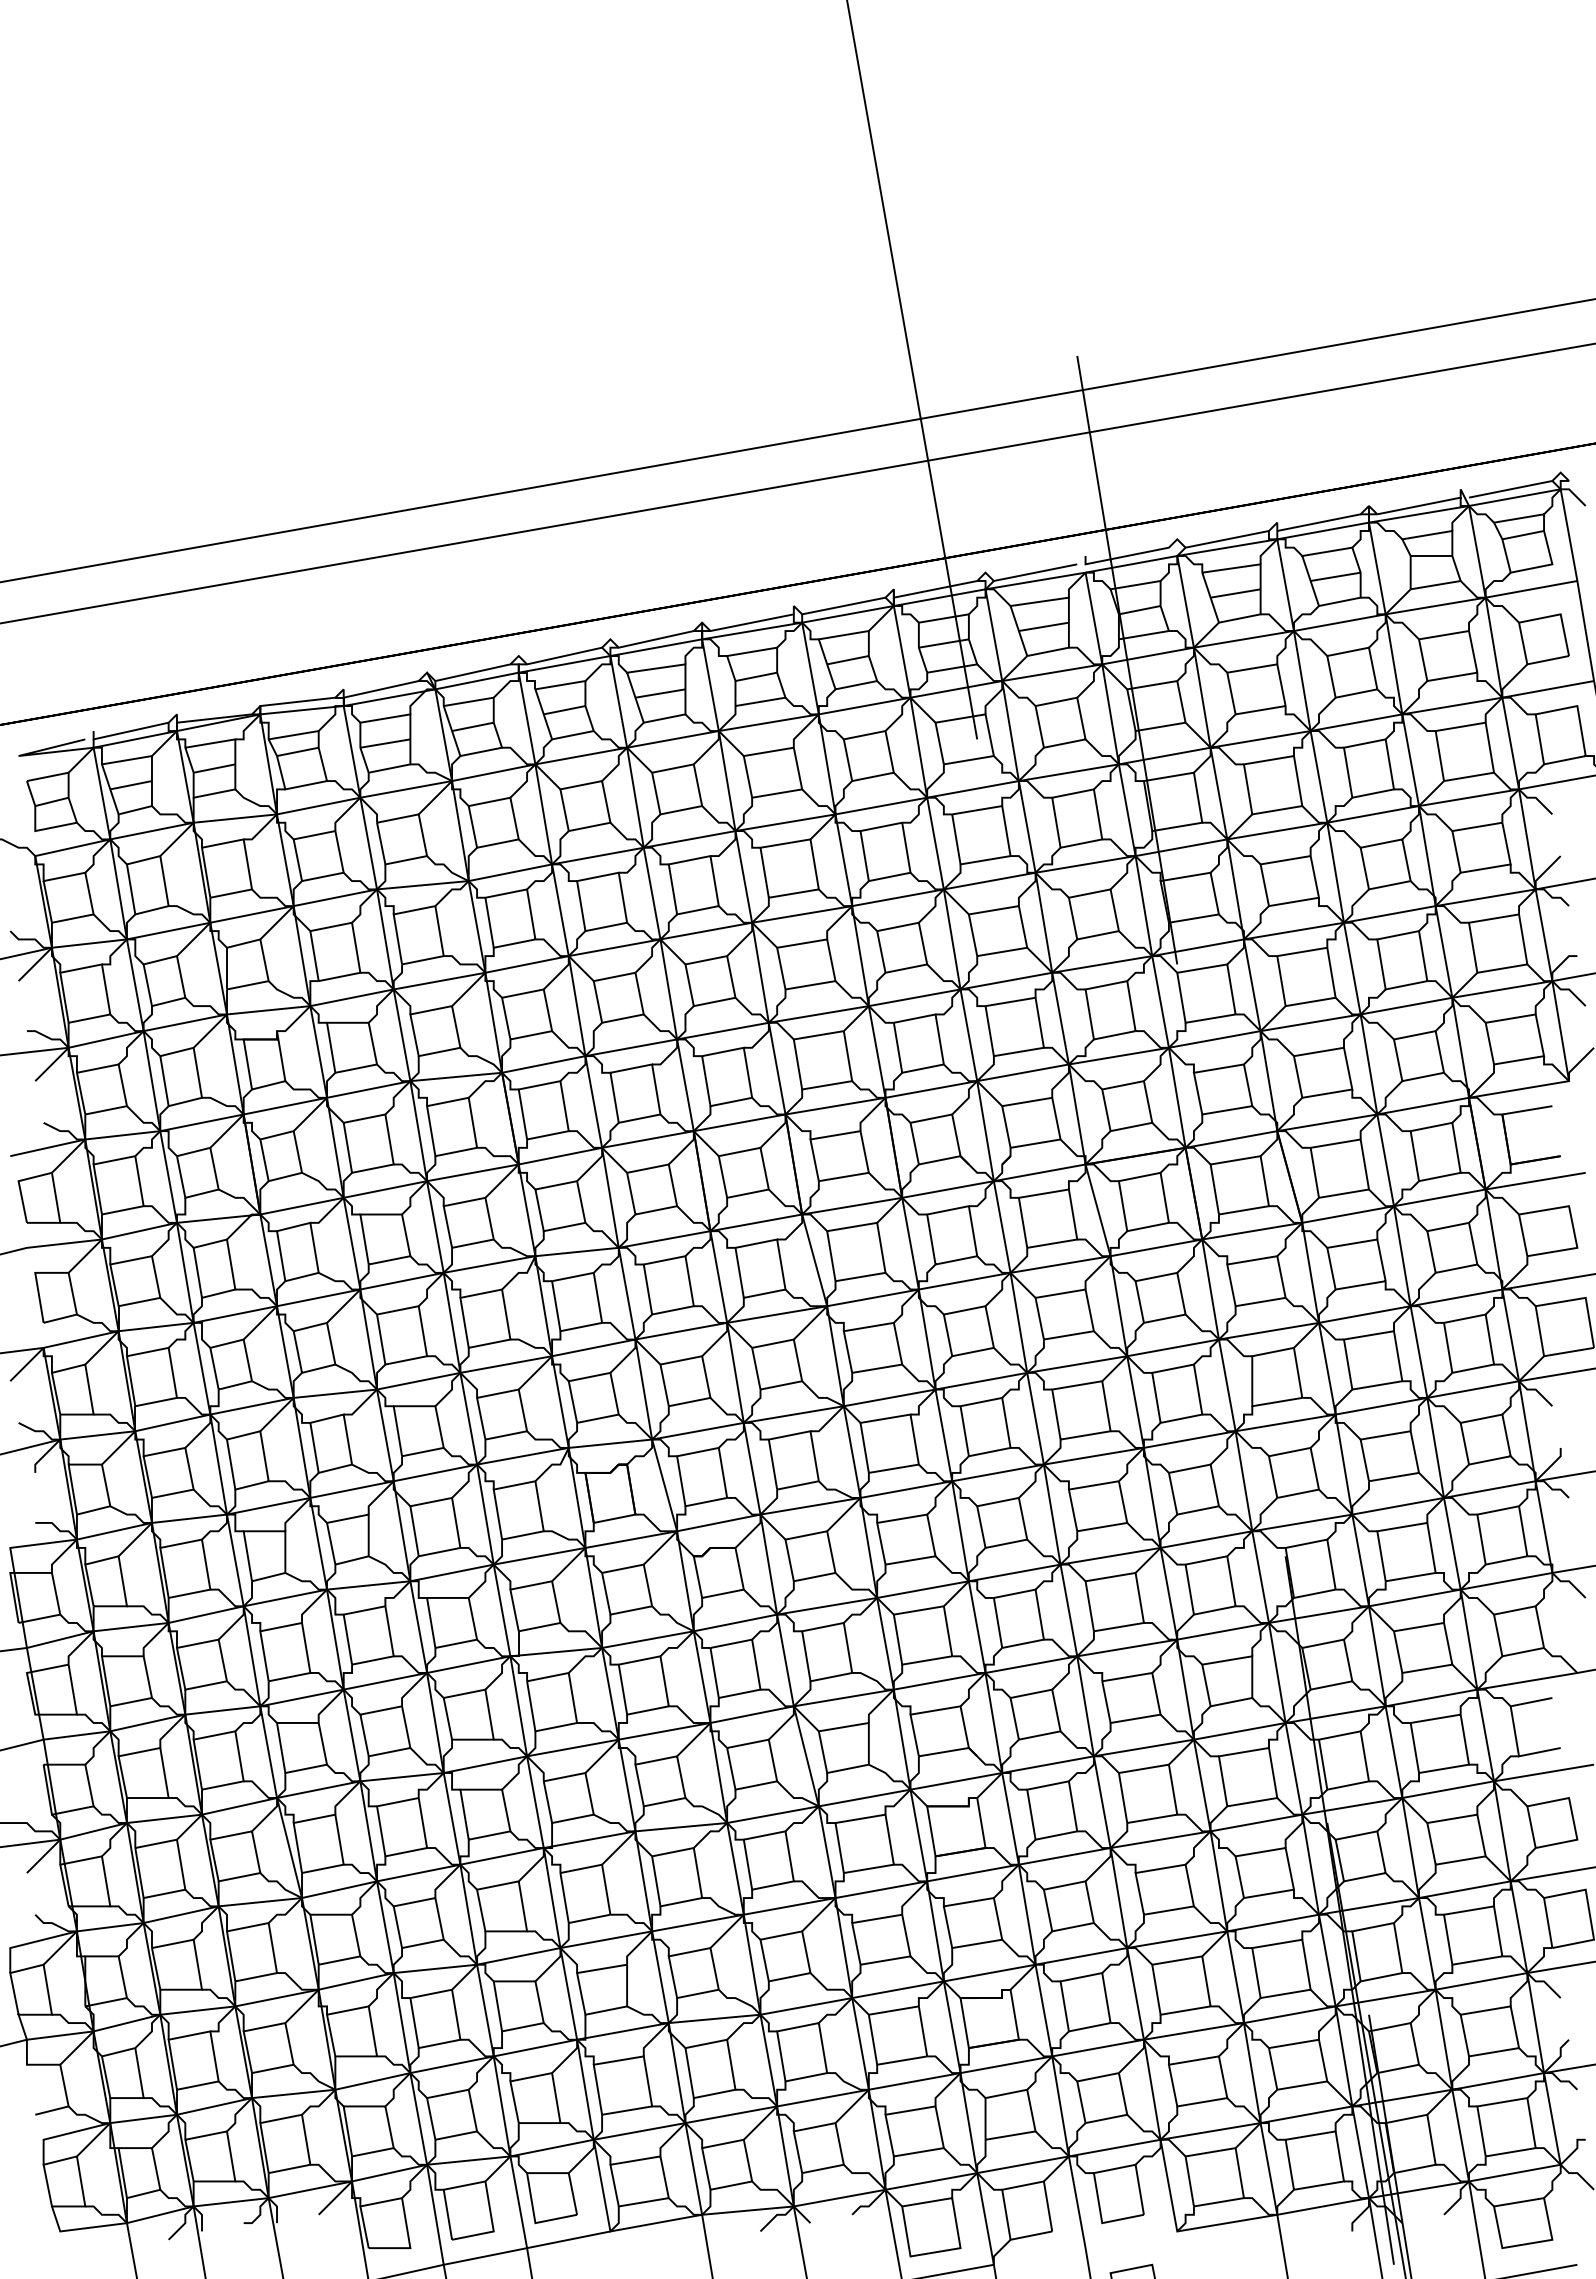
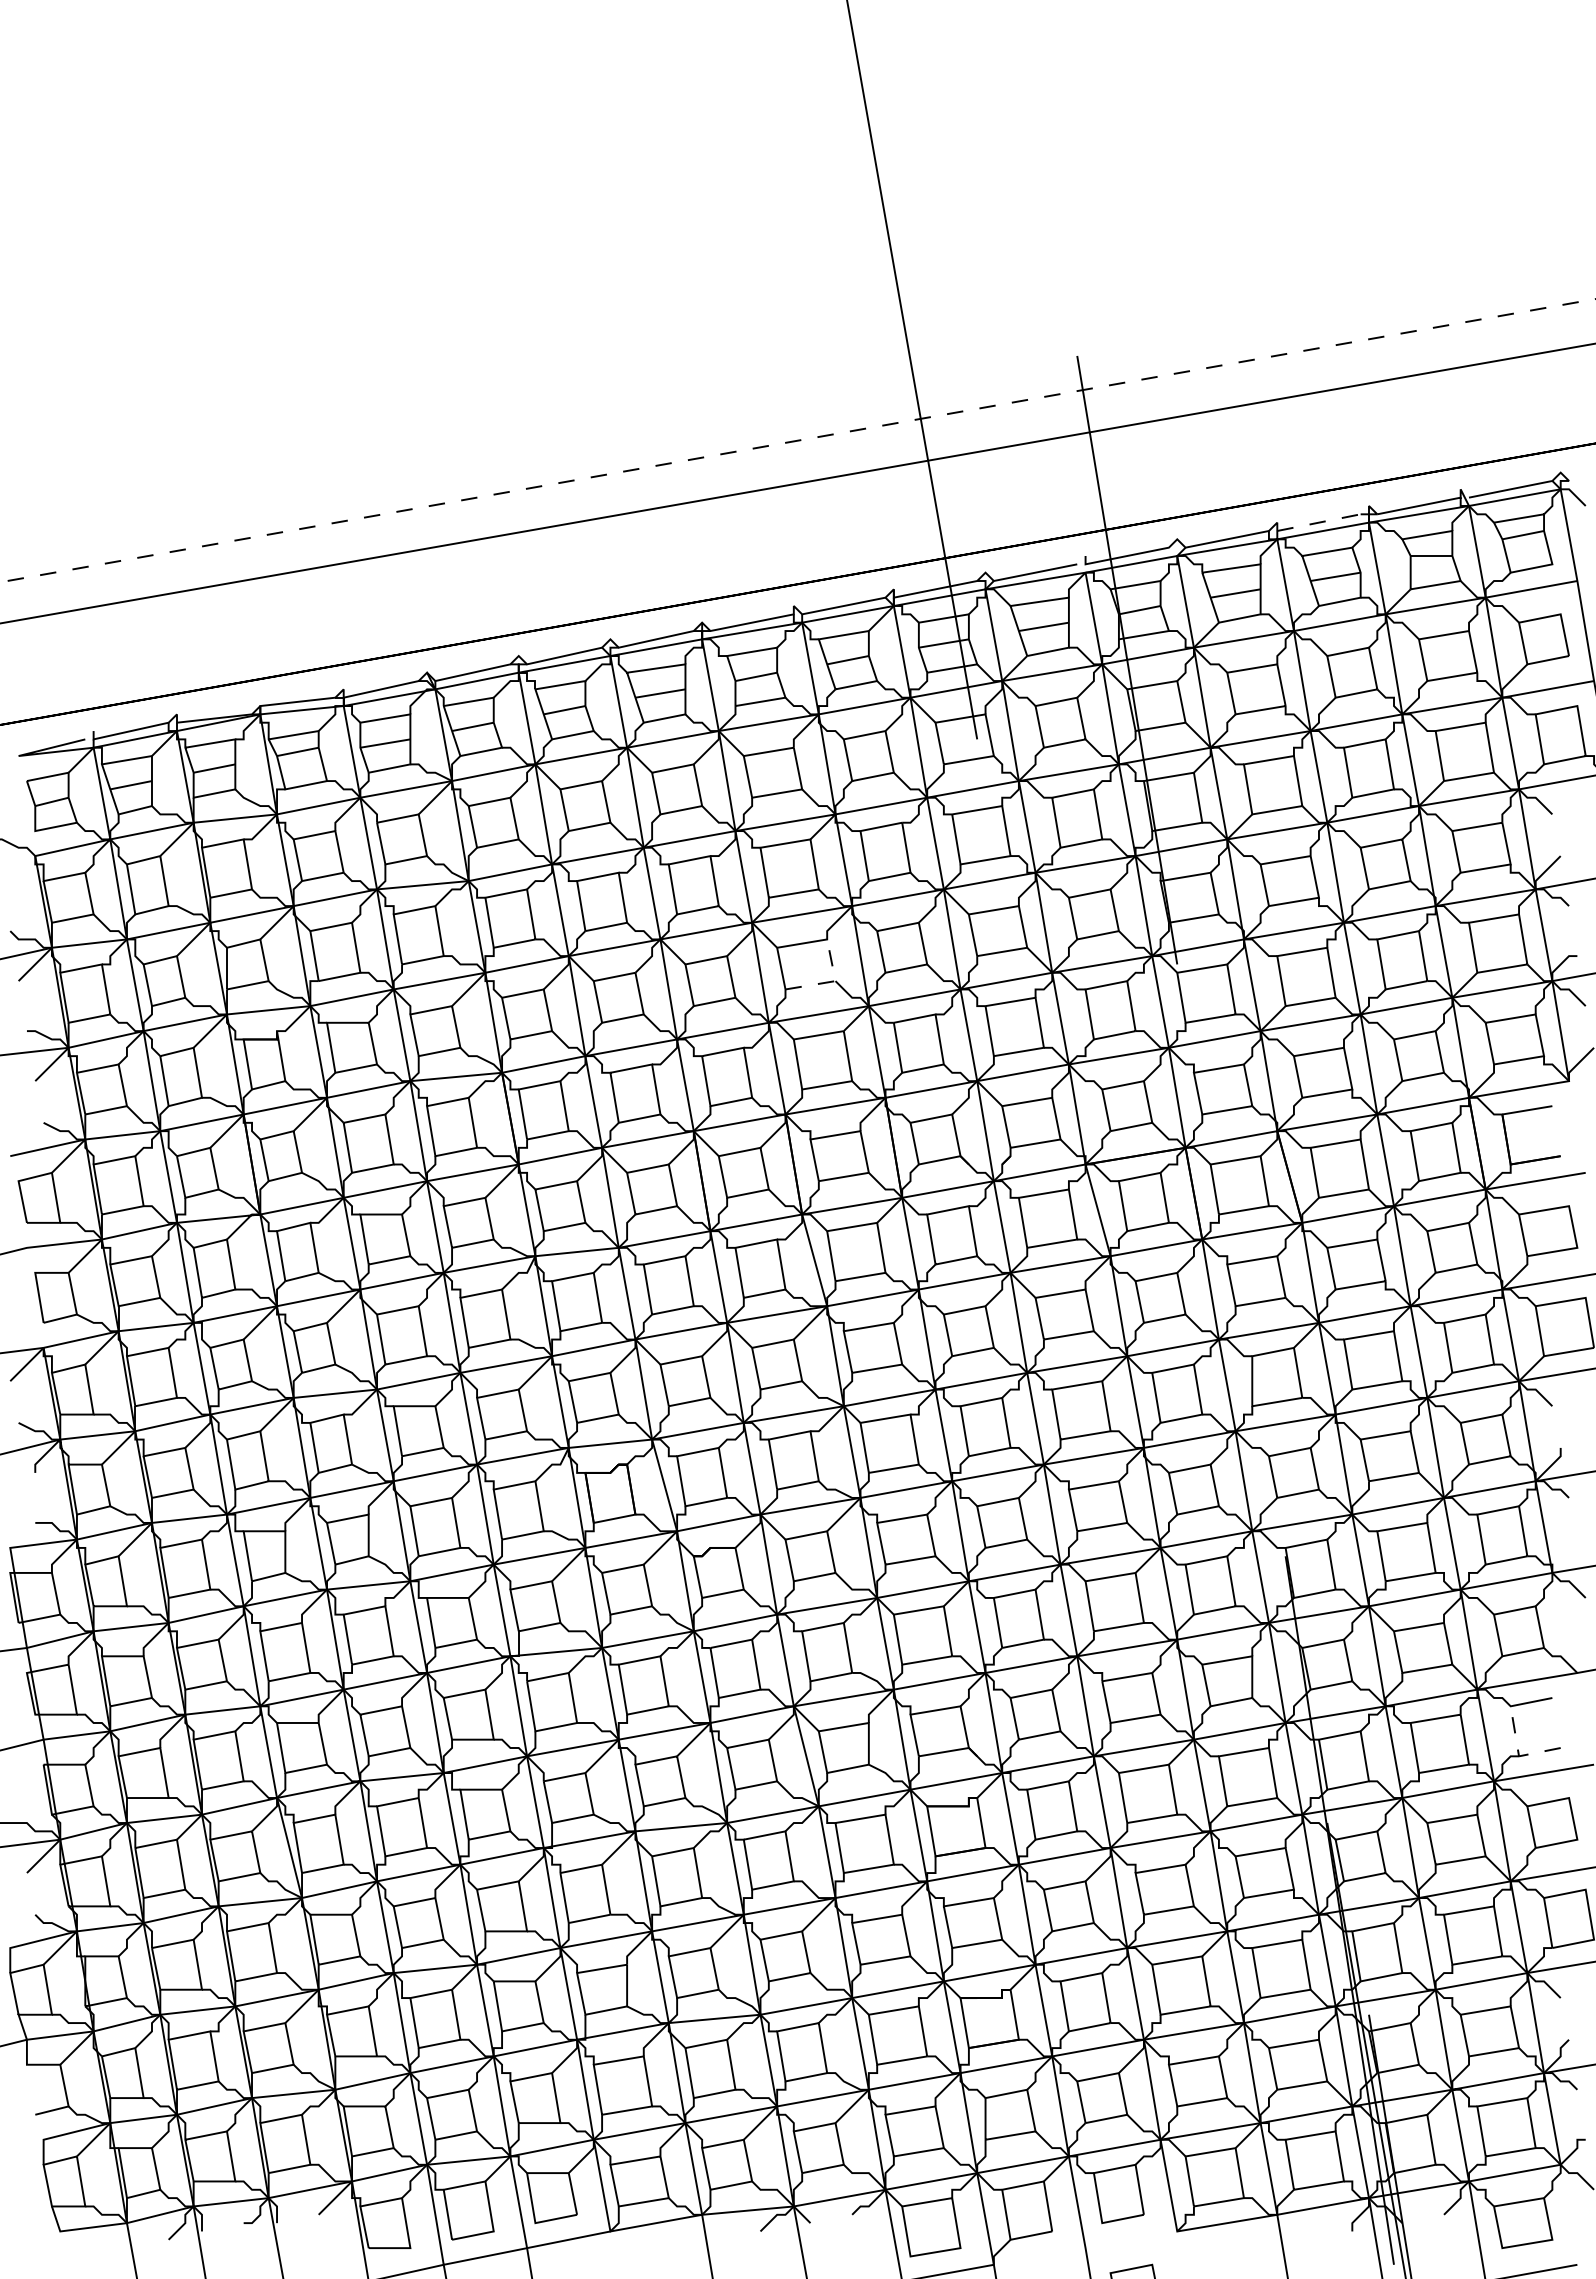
line at (798, 440): solid -> dashed
line at (1325, 521): solid -> dashed
line at (832, 981): solid -> dashed
line at (1518, 1752): solid -> dashed
